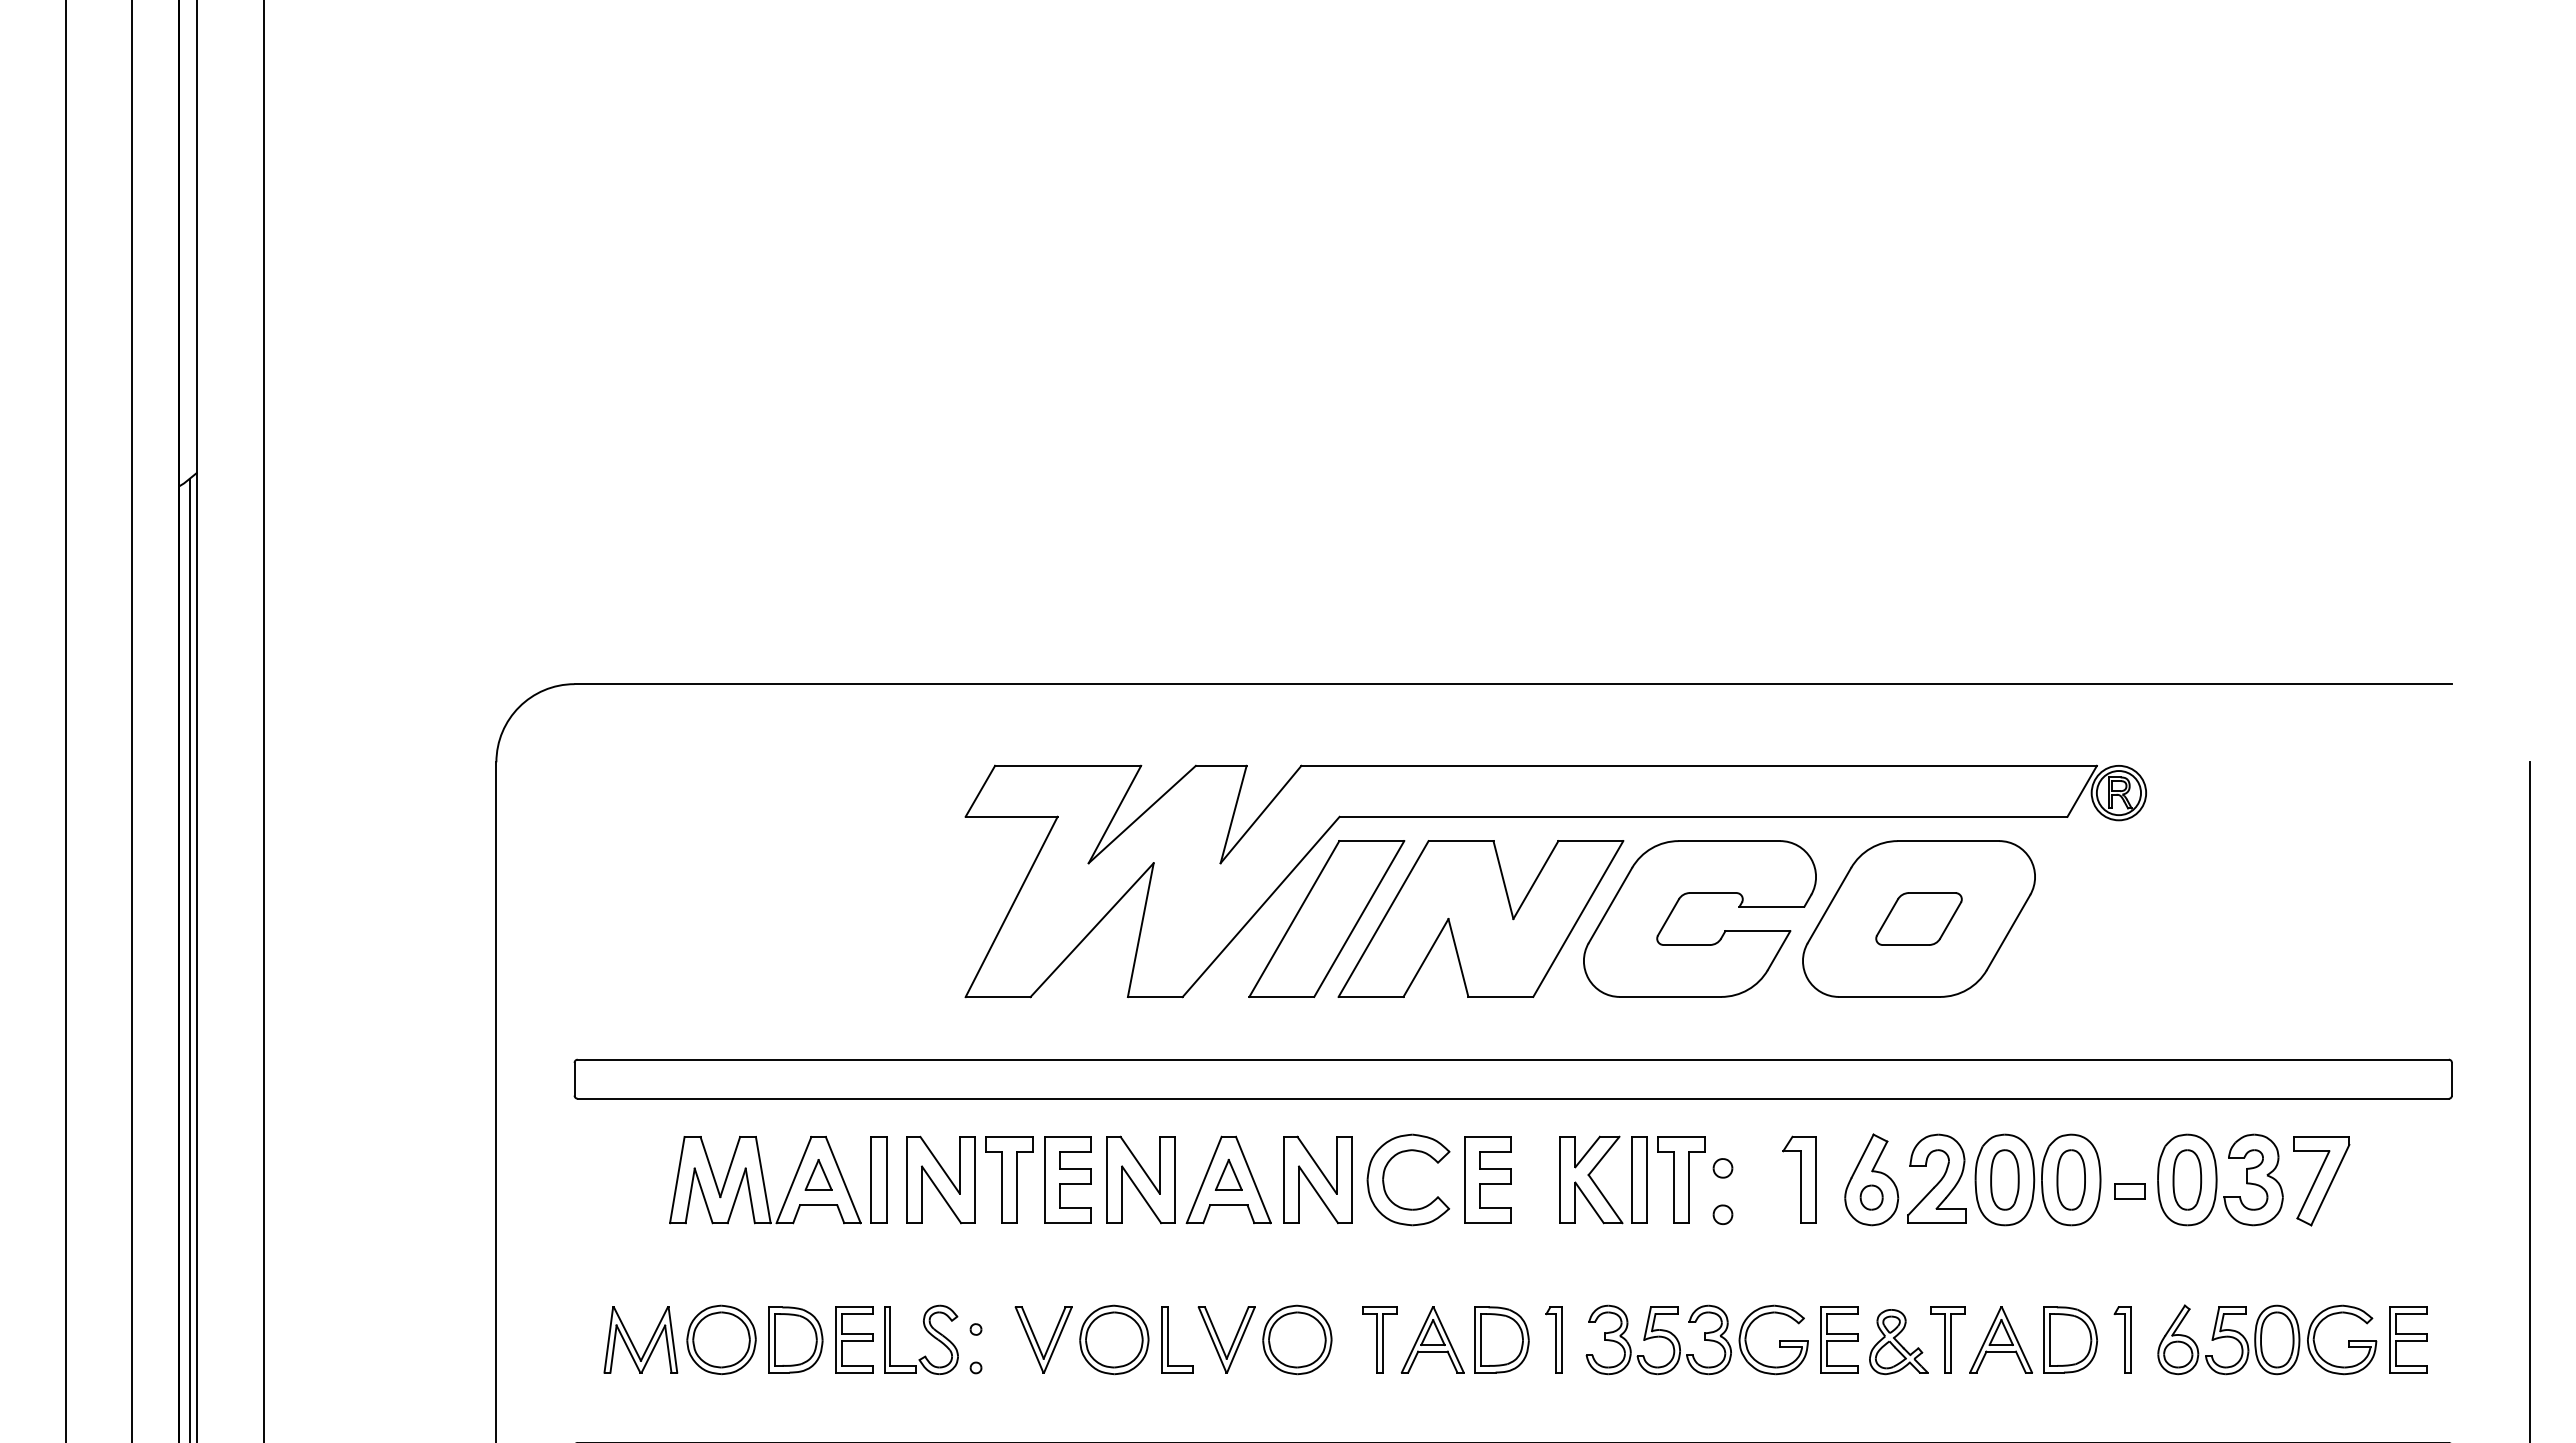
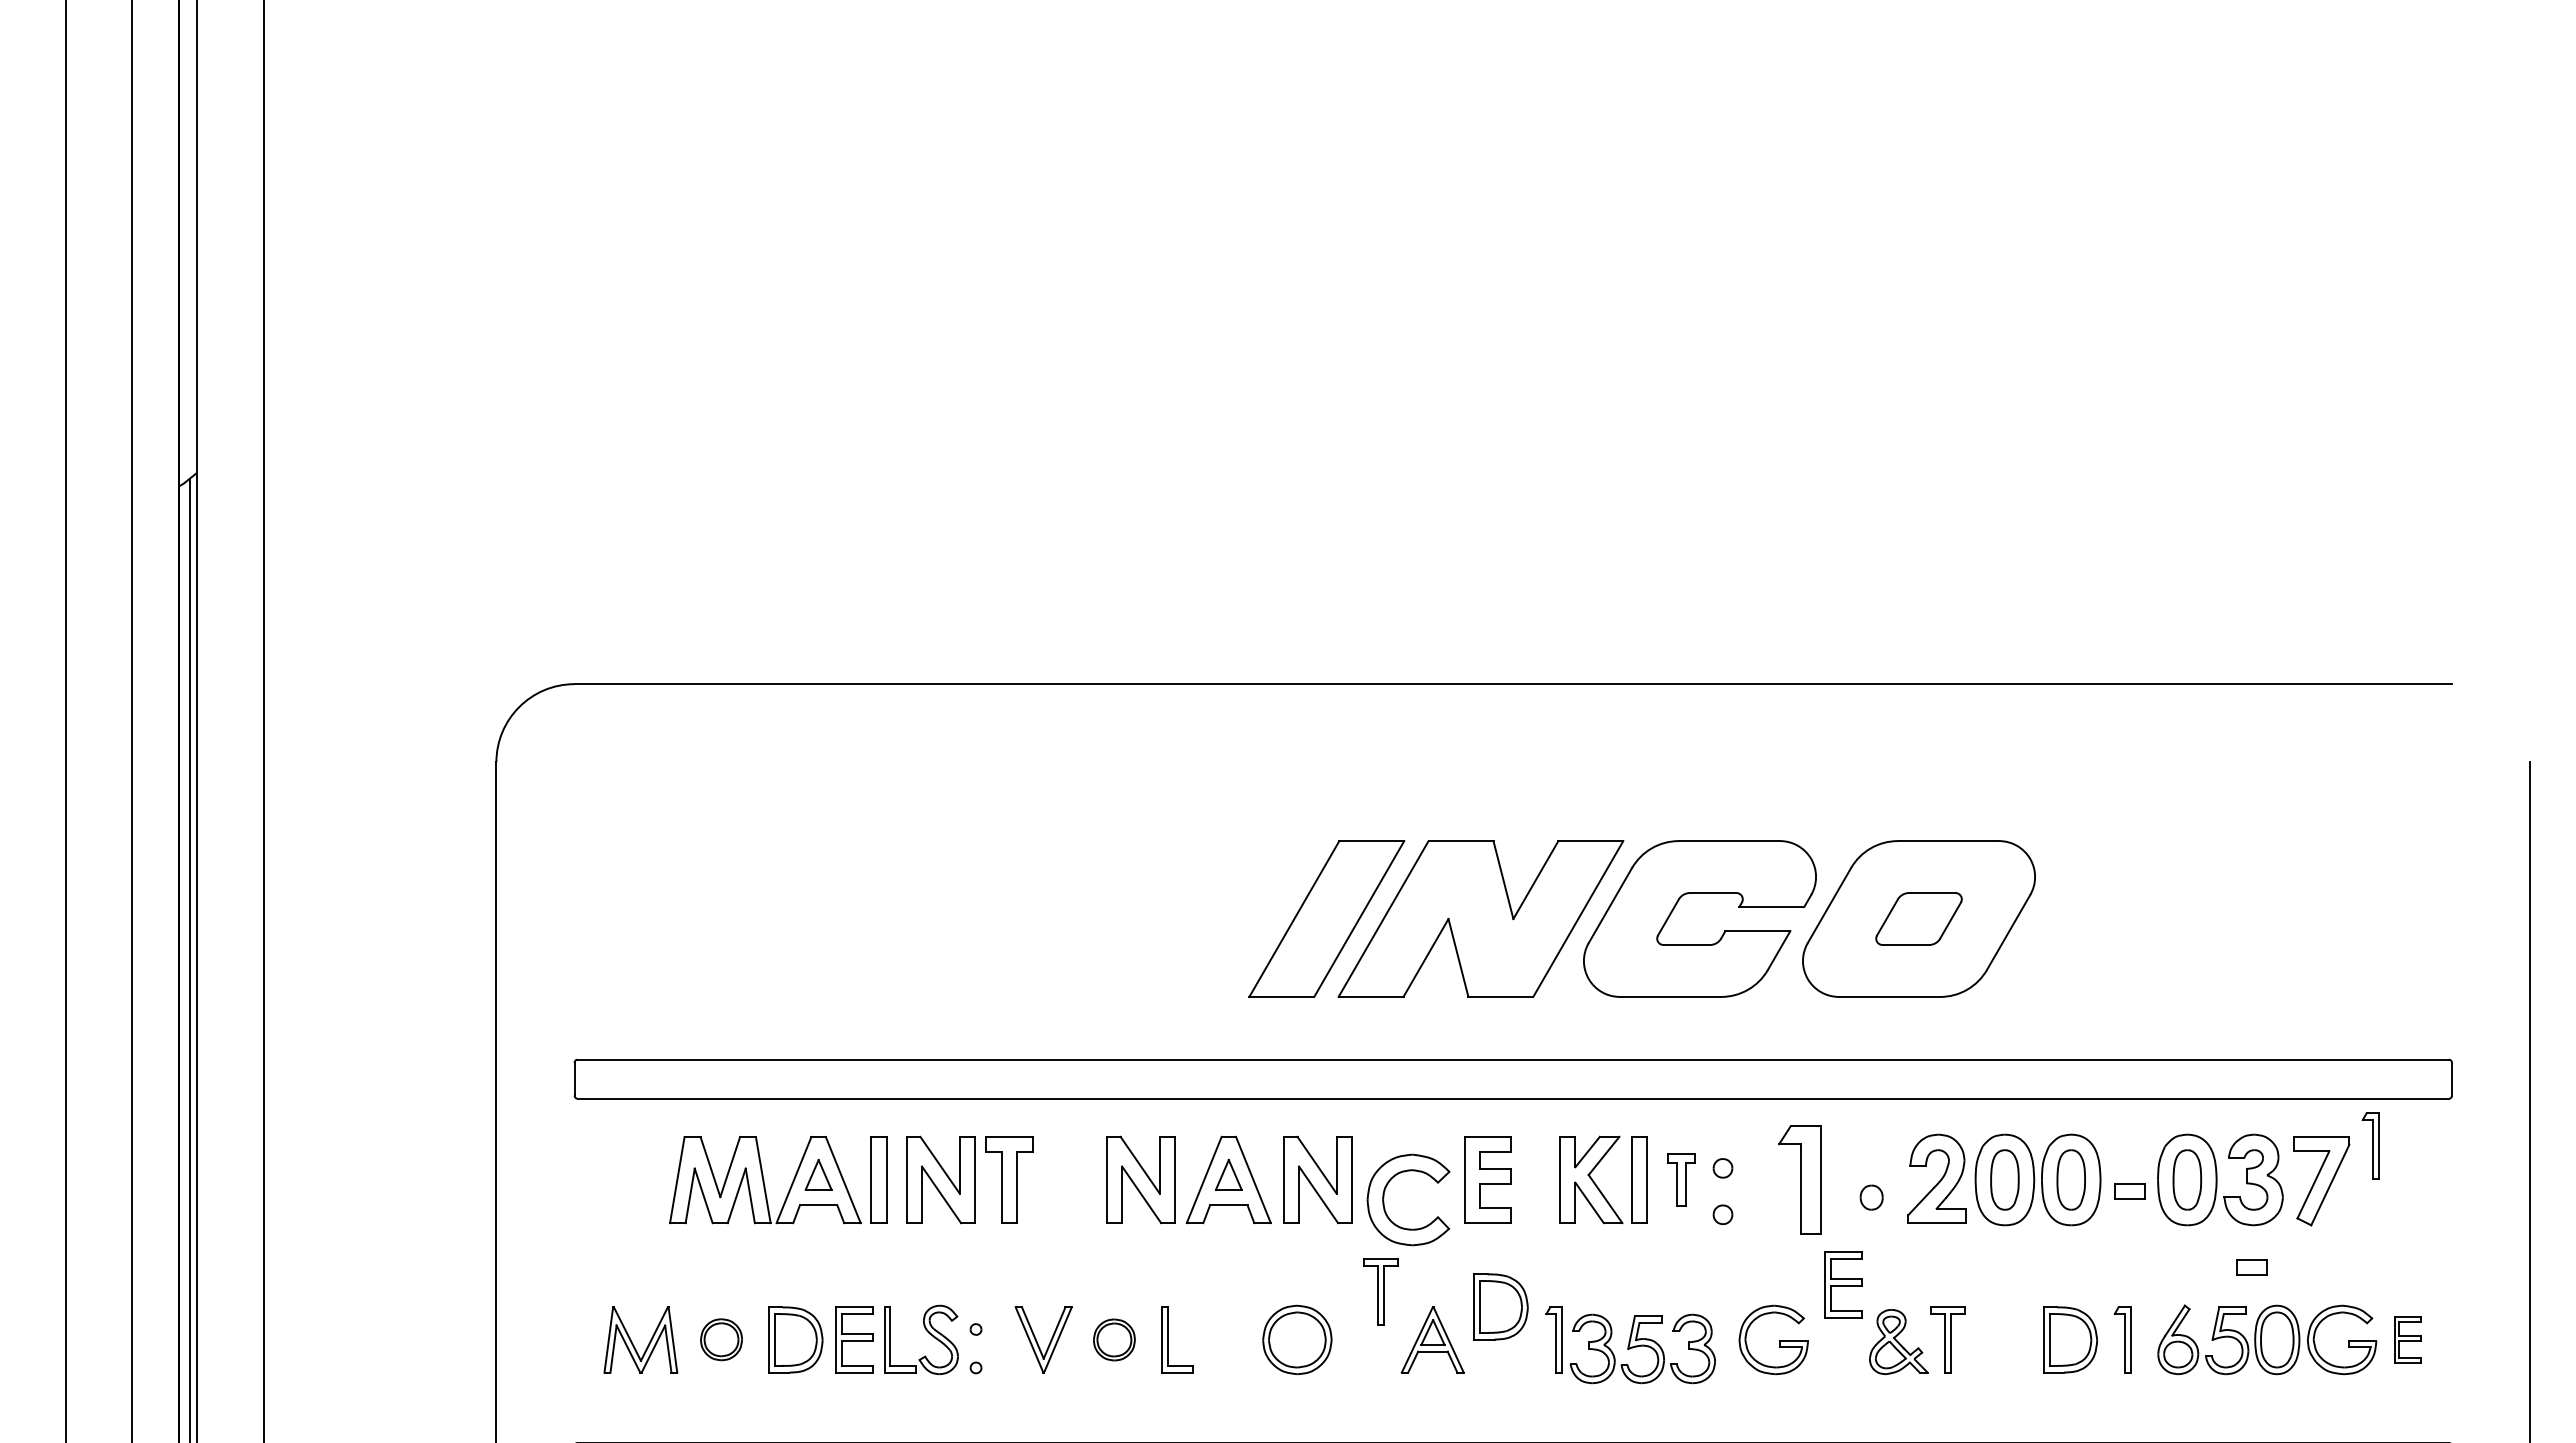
part at (1555, 817): present -> none
part at (2370, 1145): none -> present
part at (1384, 1178) position: (1384, 1178) -> (1384, 1198)
part at (1067, 1179): present -> none
part at (1681, 1179) size: 49x88 px -> 29x54 px
part at (1799, 1179) size: 35x89 px -> 44x110 px
part at (1871, 1179): present -> none
part at (2251, 1267): none -> present
part at (721, 1339) size: 71x71 px -> 43x44 px
part at (1114, 1339) size: 71x72 px -> 43x44 px
part at (1379, 1339) position: (1379, 1339) -> (1380, 1291)
part at (1501, 1339) position: (1501, 1339) -> (1500, 1306)
part at (1658, 1339) position: (1658, 1339) -> (1642, 1348)
part at (1839, 1339) position: (1839, 1339) -> (1843, 1284)
part at (2000, 1339): present -> none
part at (2408, 1339) size: 39x68 px -> 28x48 px
part at (1220, 1340): present -> none
